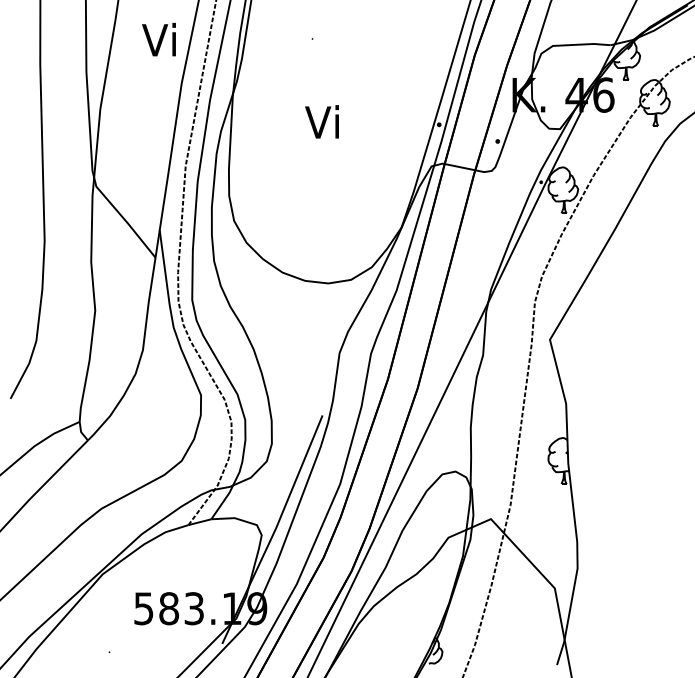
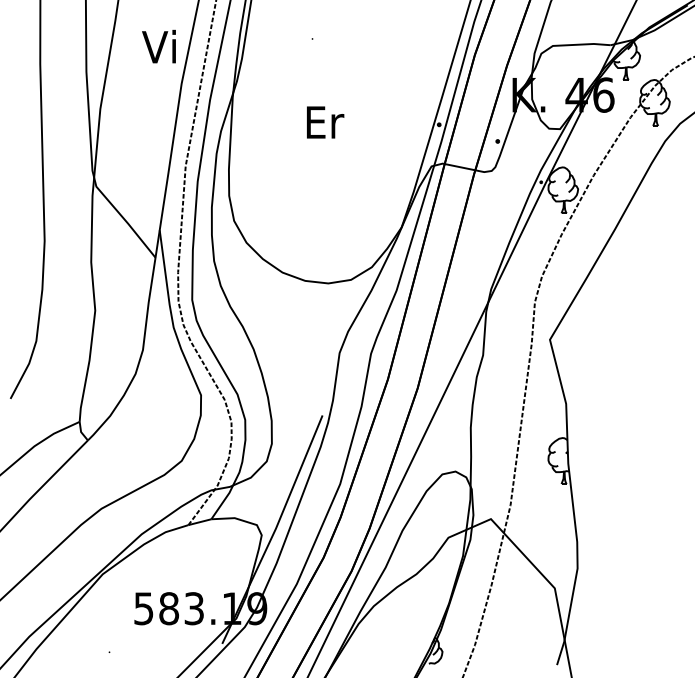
text at (158, 39) position: (158, 39) -> (158, 46)
text at (324, 121): Vi -> Er
